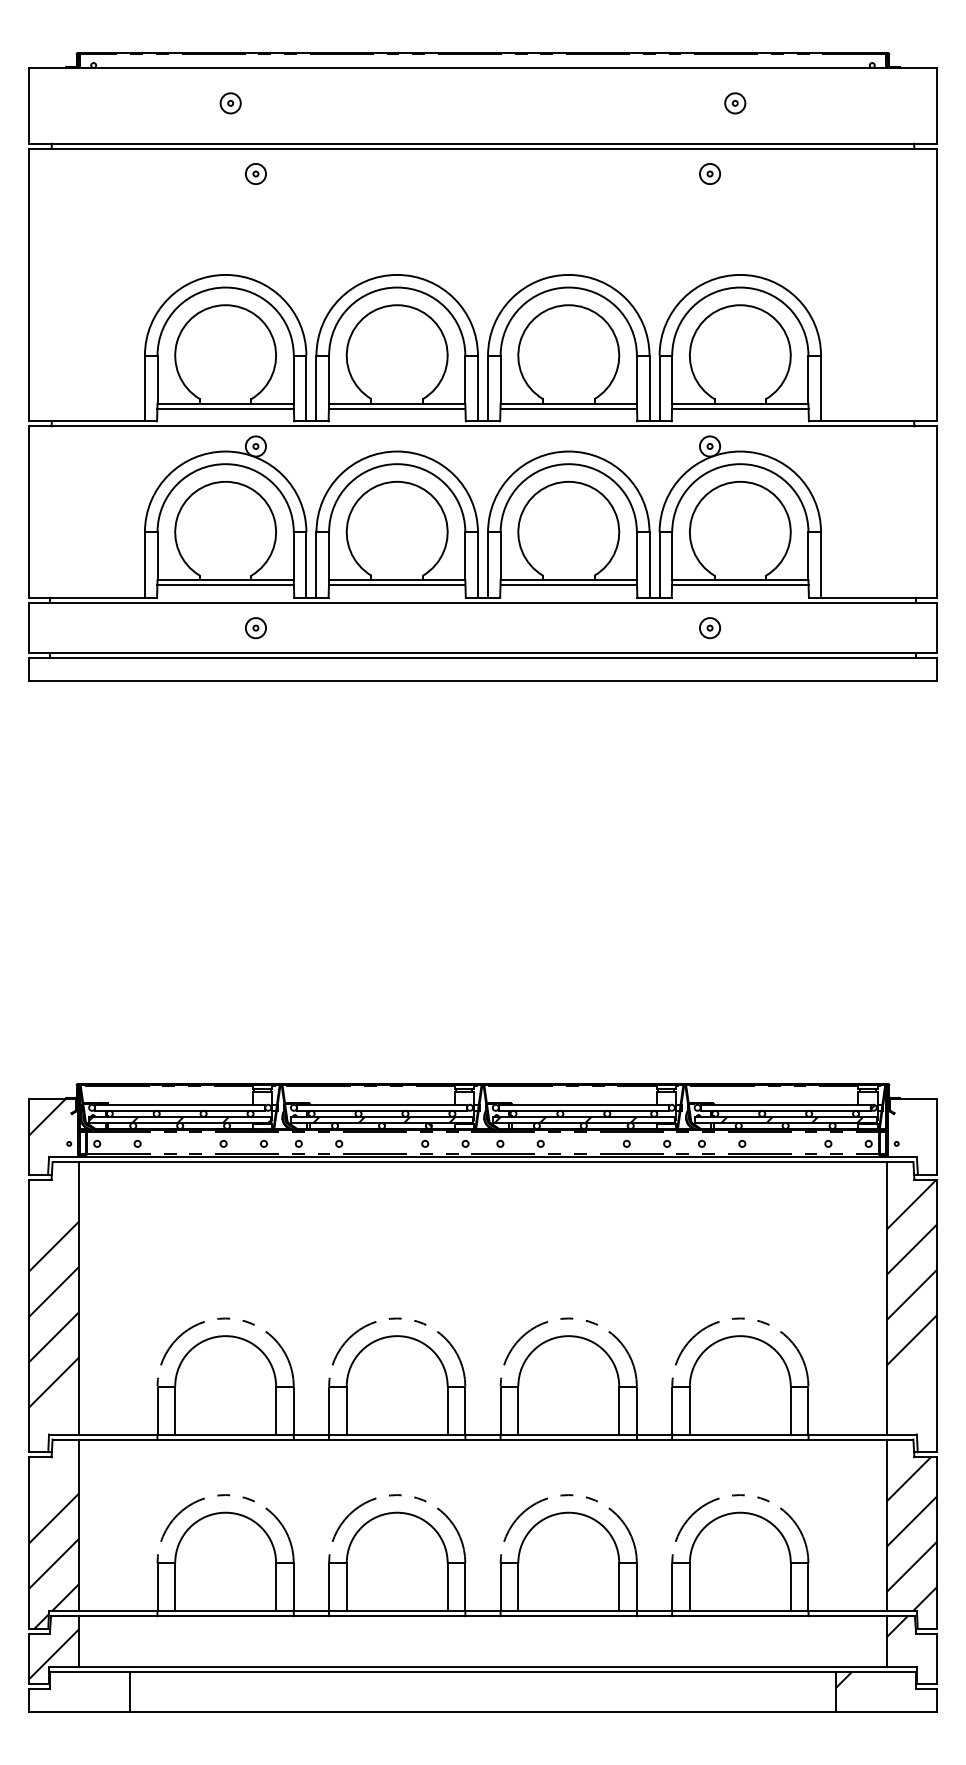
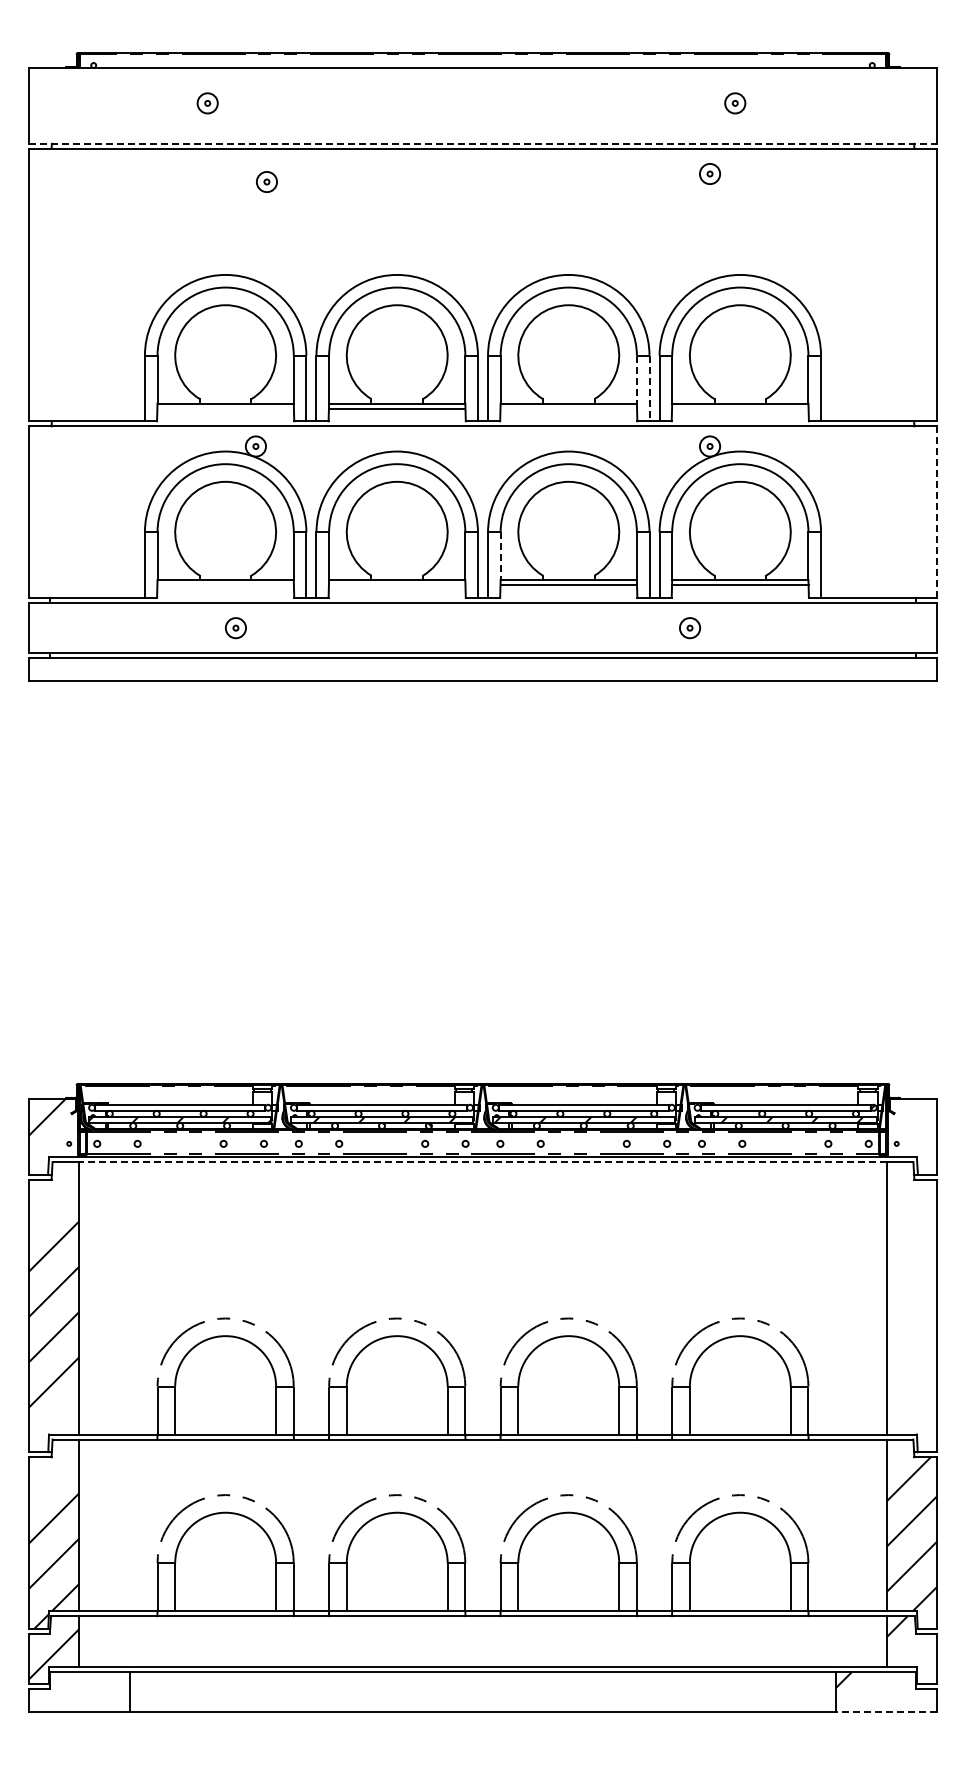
part at (230, 103) position: (230, 103) -> (207, 103)
line at (483, 143): solid -> dashed
part at (255, 173) position: (255, 173) -> (266, 181)
line at (636, 379): solid -> dashed
line at (649, 388): solid -> dashed
line at (225, 408): present -> none
line at (568, 408): present -> none
line at (740, 408): present -> none
line at (937, 512): solid -> dashed
line at (500, 556): solid -> dashed
line at (225, 585): present -> none
line at (396, 585): present -> none
part at (255, 628) position: (255, 628) -> (235, 628)
part at (709, 628) position: (709, 628) -> (689, 628)
line at (483, 1162): solid -> dashed
hatch at (911, 1315): present -> none
line at (886, 1712): solid -> dashed
